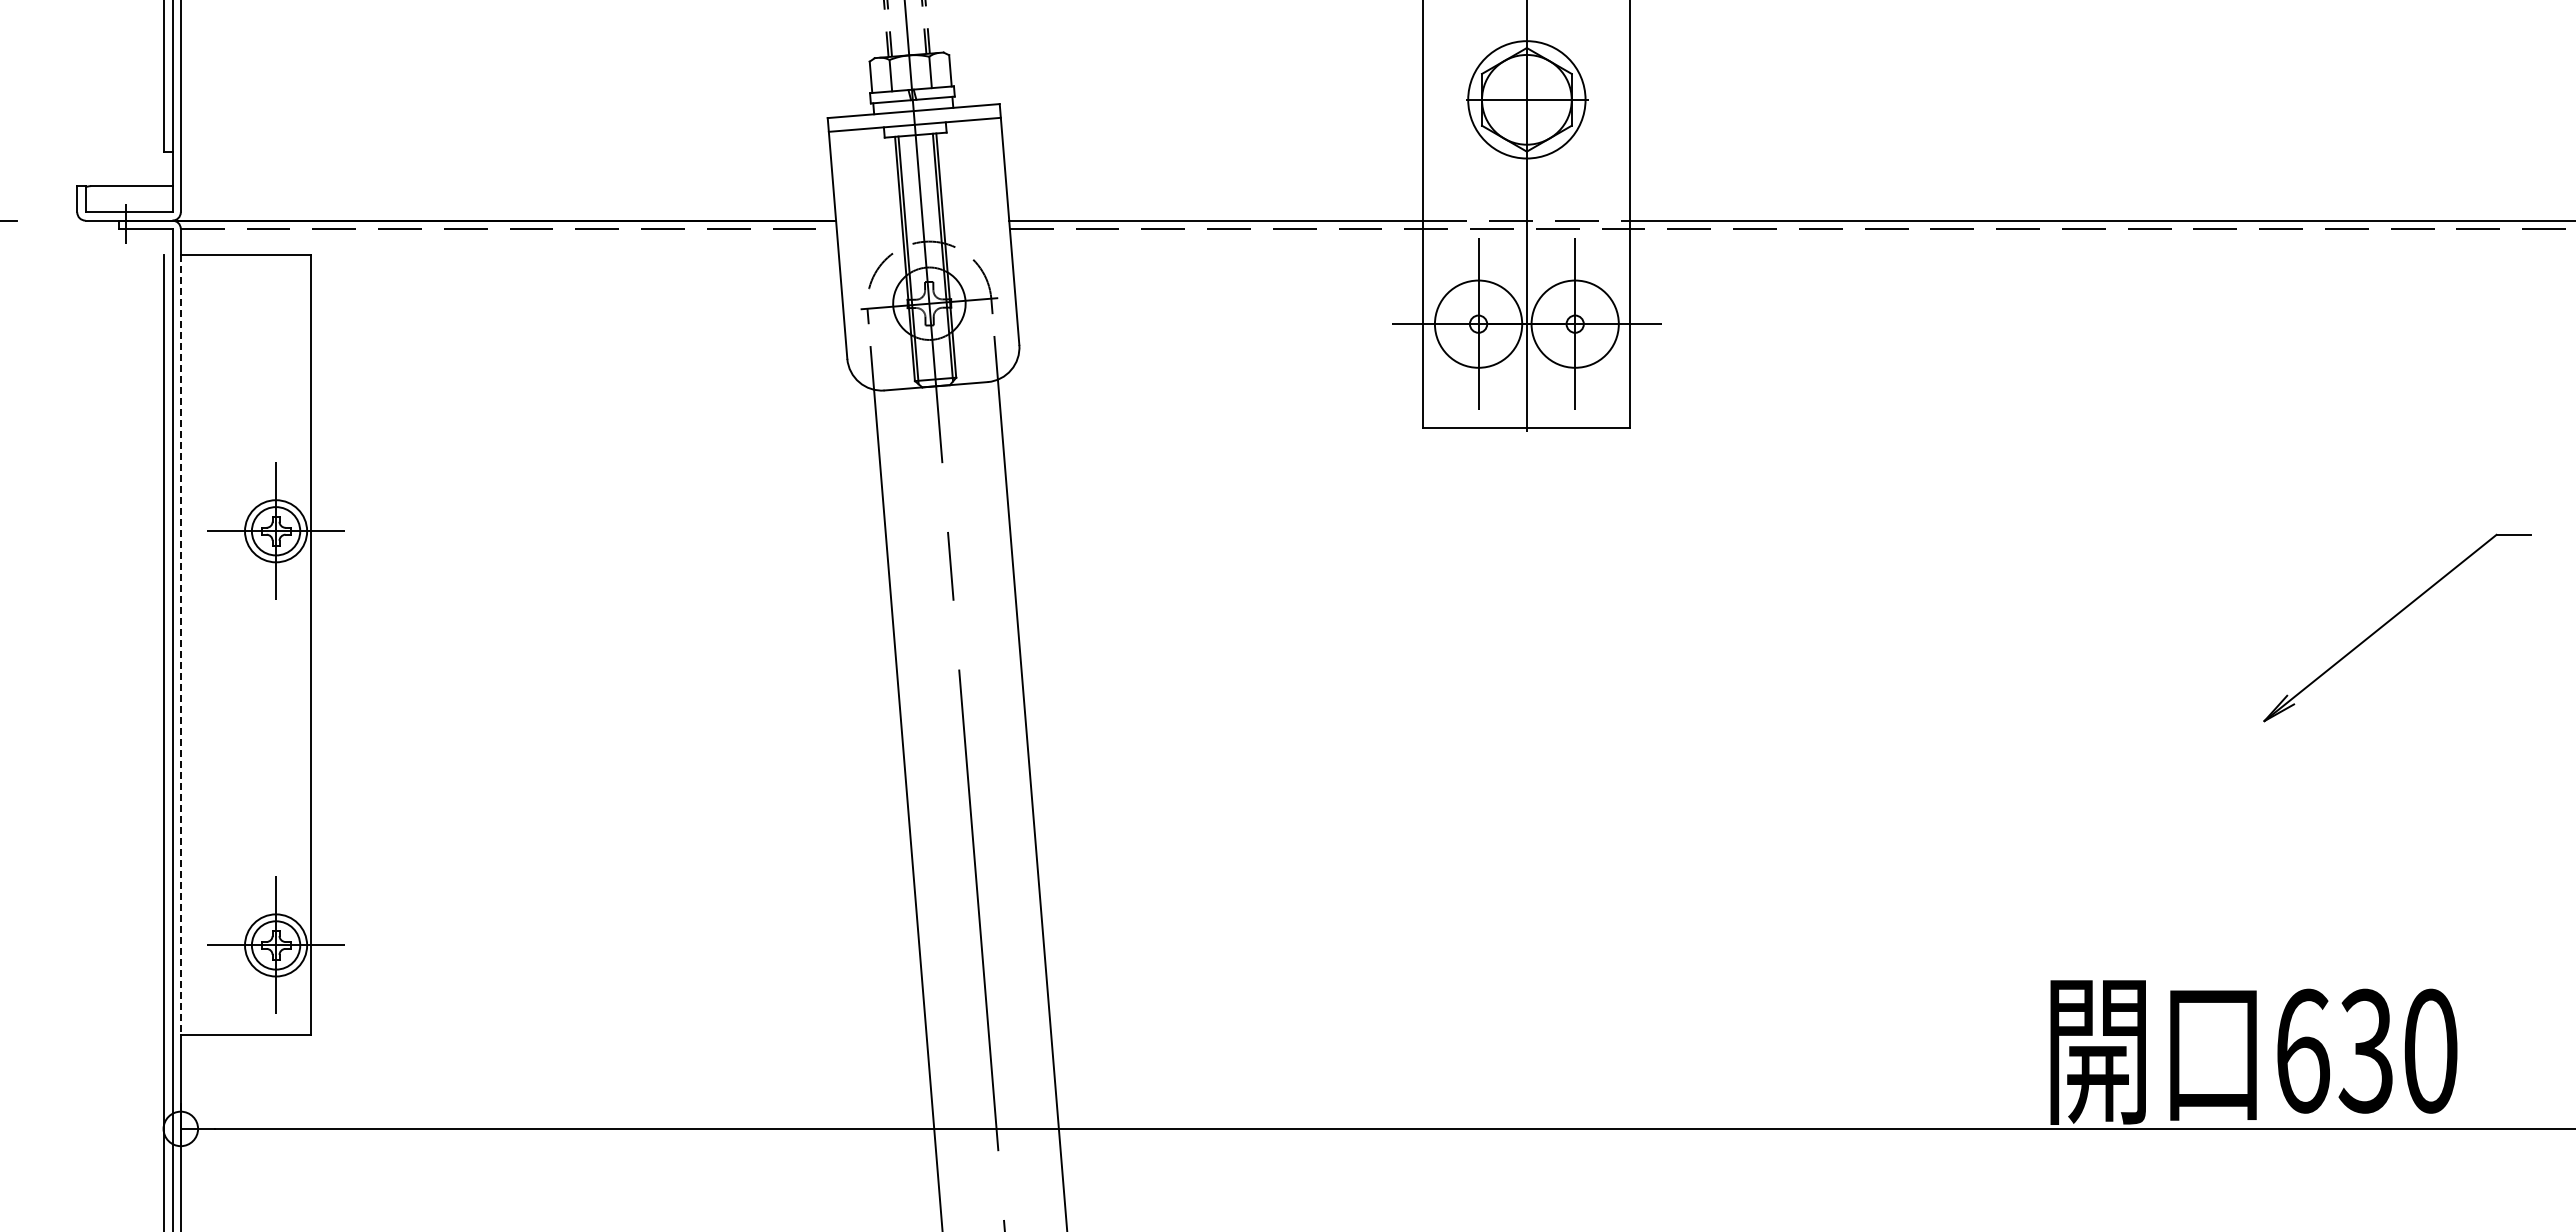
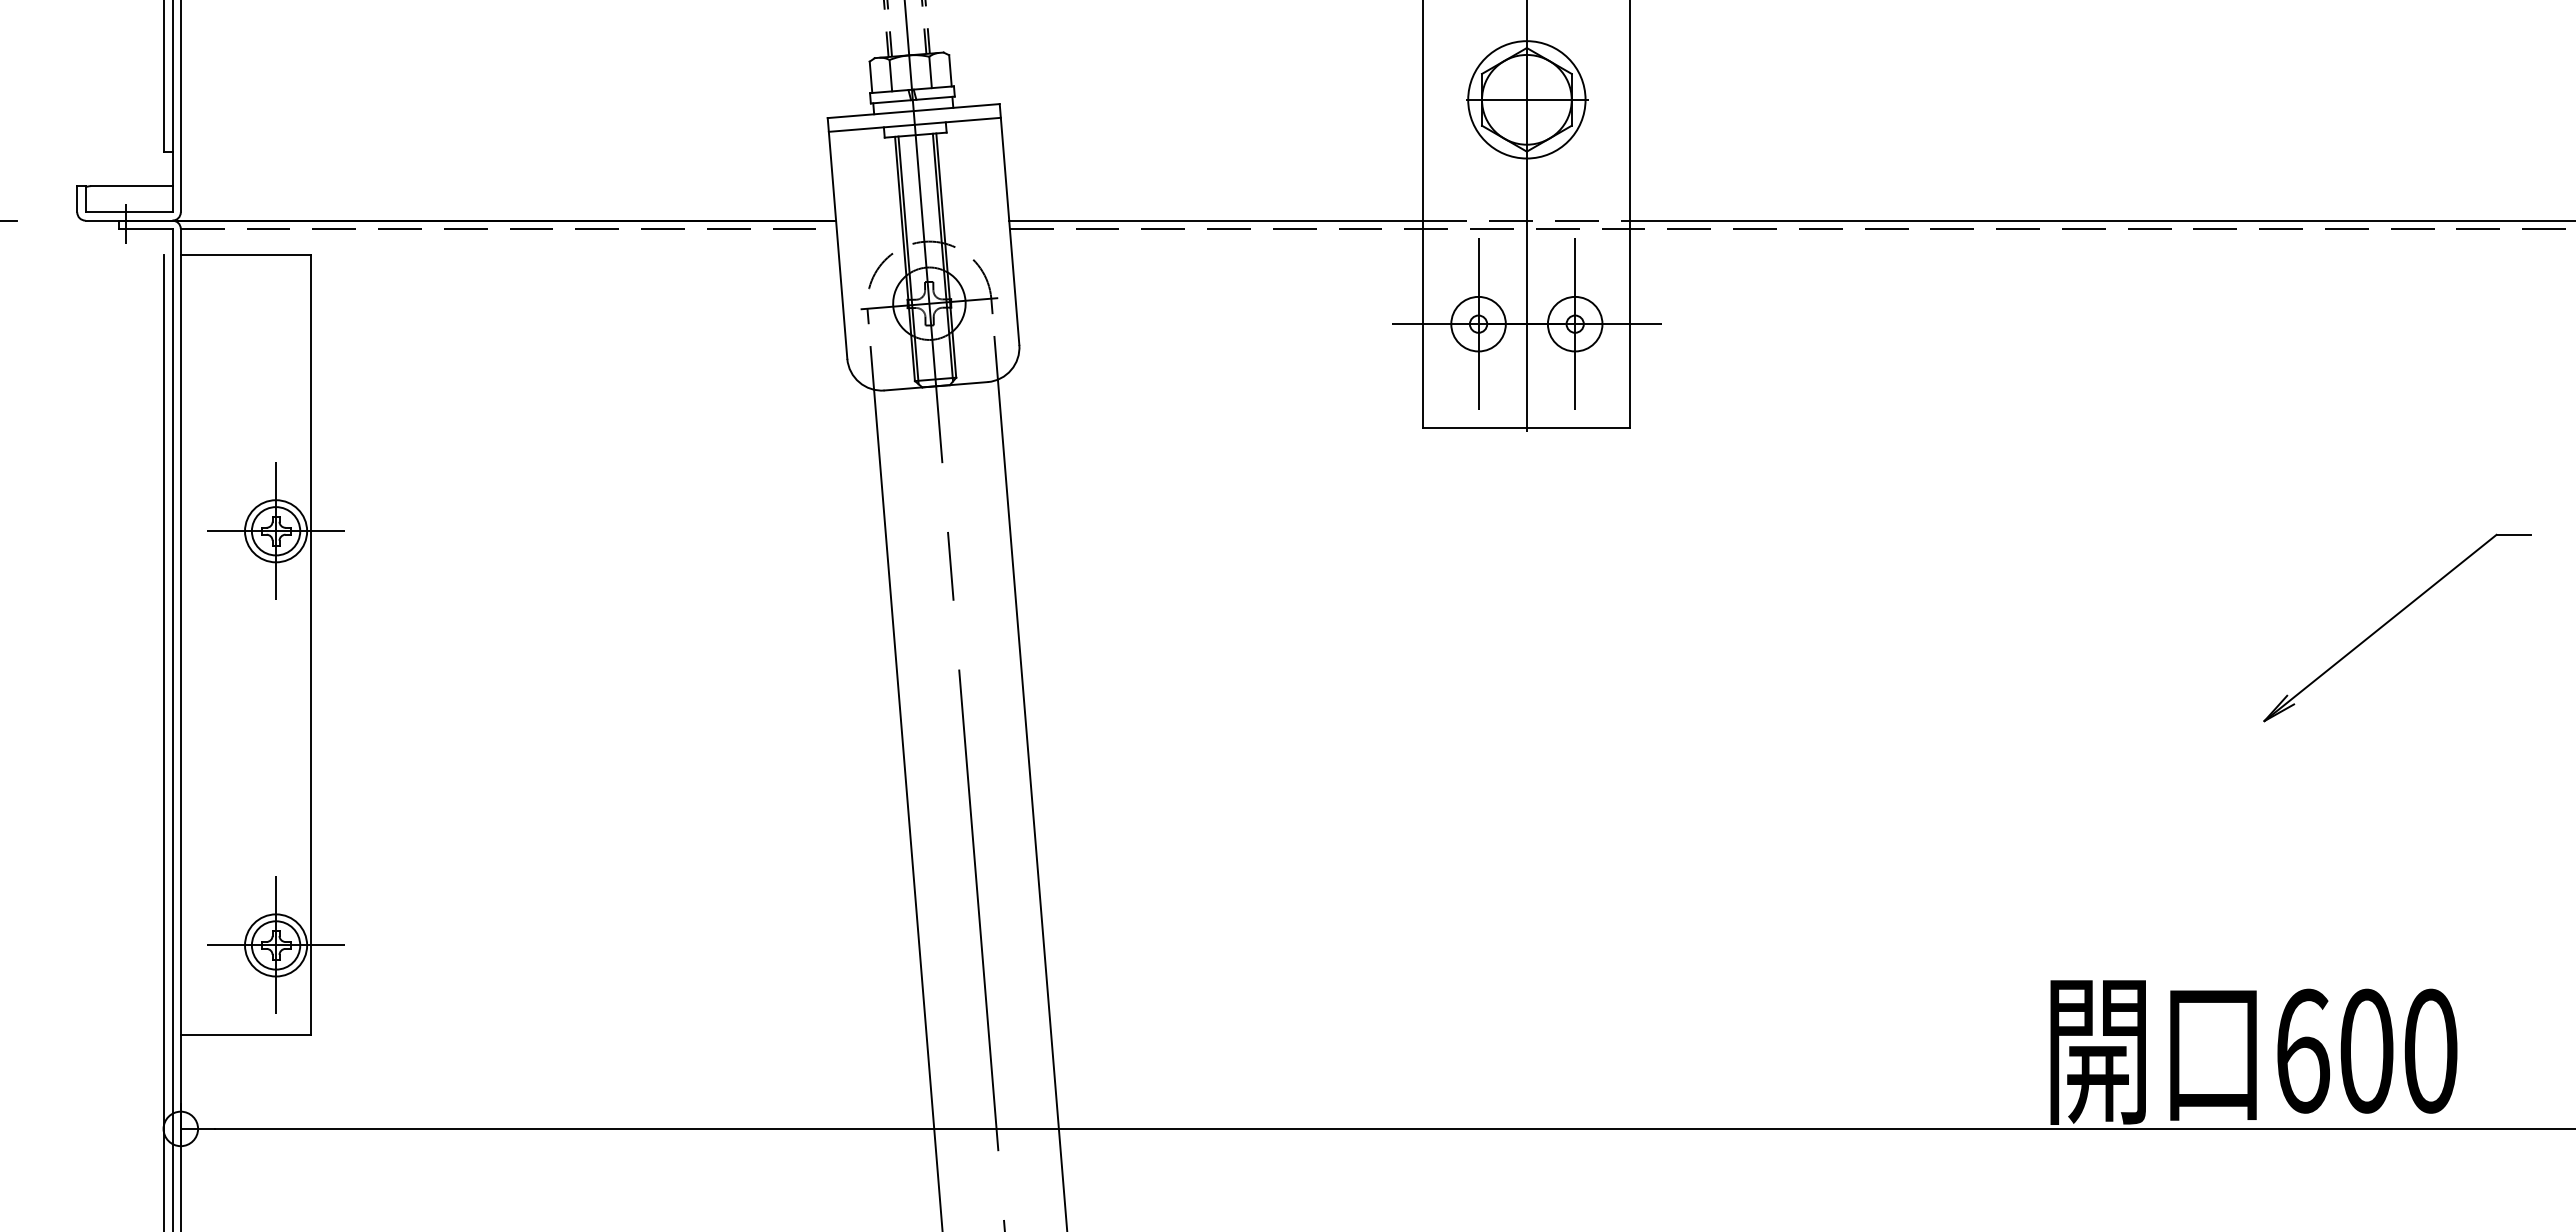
circle at (1478, 323) diameter: 87 px -> 55 px
circle at (1574, 323) diameter: 87 px -> 55 px
line at (180, 645): dashed -> solid
text at (2365, 1050): 630 -> 600
